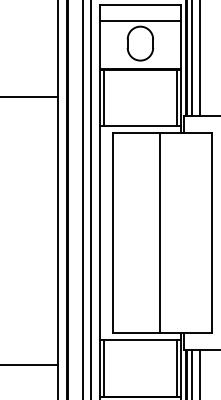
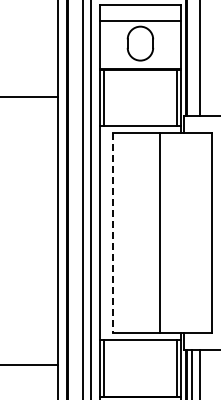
line at (191, 59): present -> none
line at (112, 233): solid -> dashed
